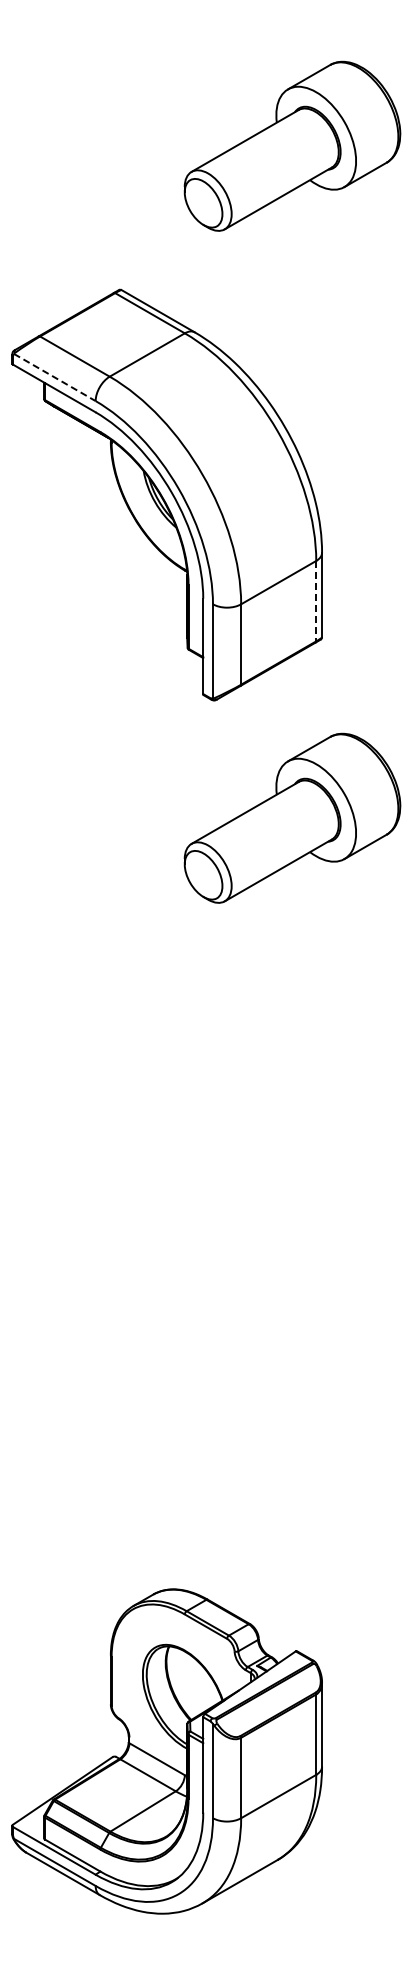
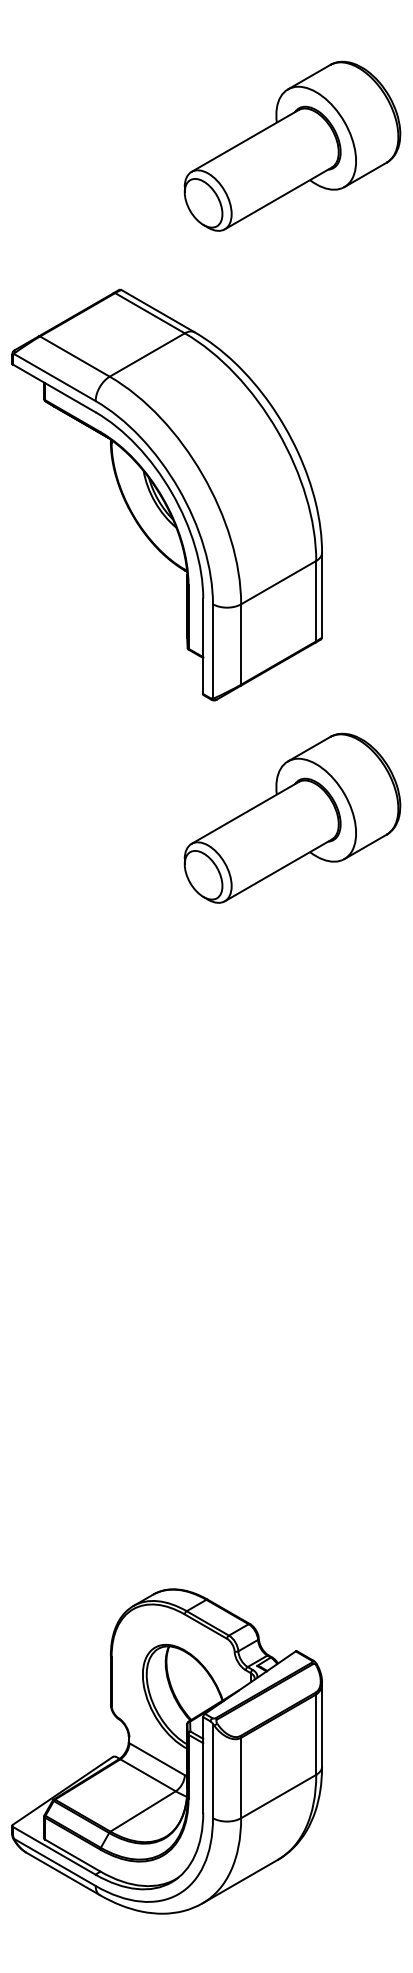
line at (55, 377): dashed -> solid
line at (316, 601): dashed -> solid
